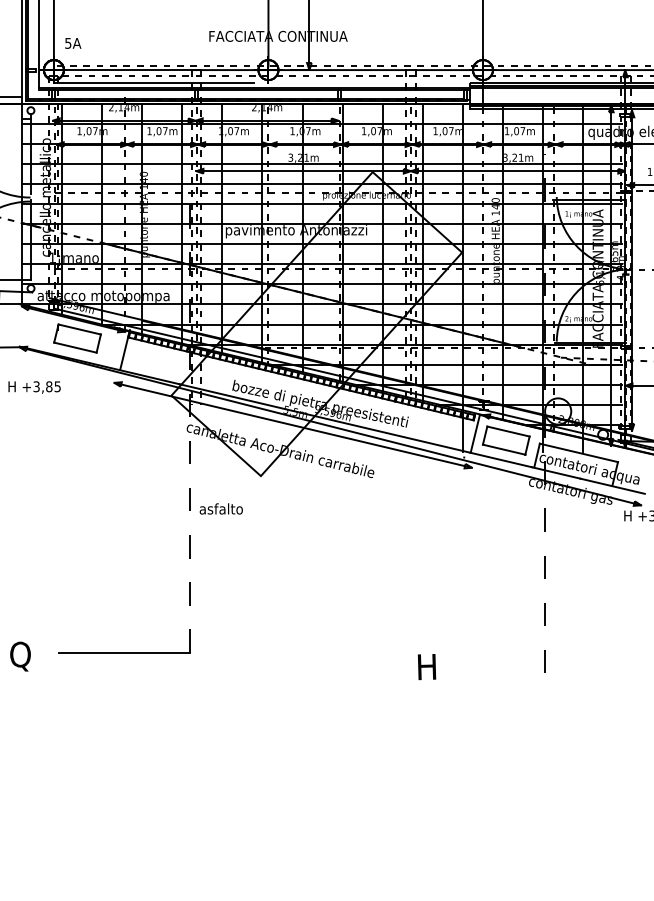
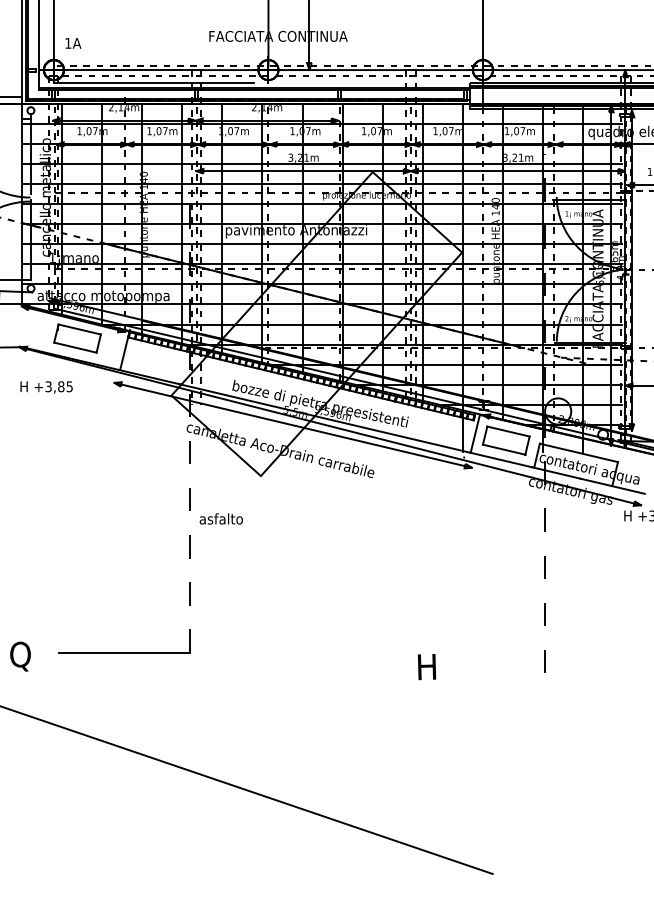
text at (68, 43): 5A -> 1A
text at (34, 387) position: (34, 387) -> (46, 387)
text at (220, 508) position: (220, 508) -> (220, 518)
line at (247, 790): none -> present
